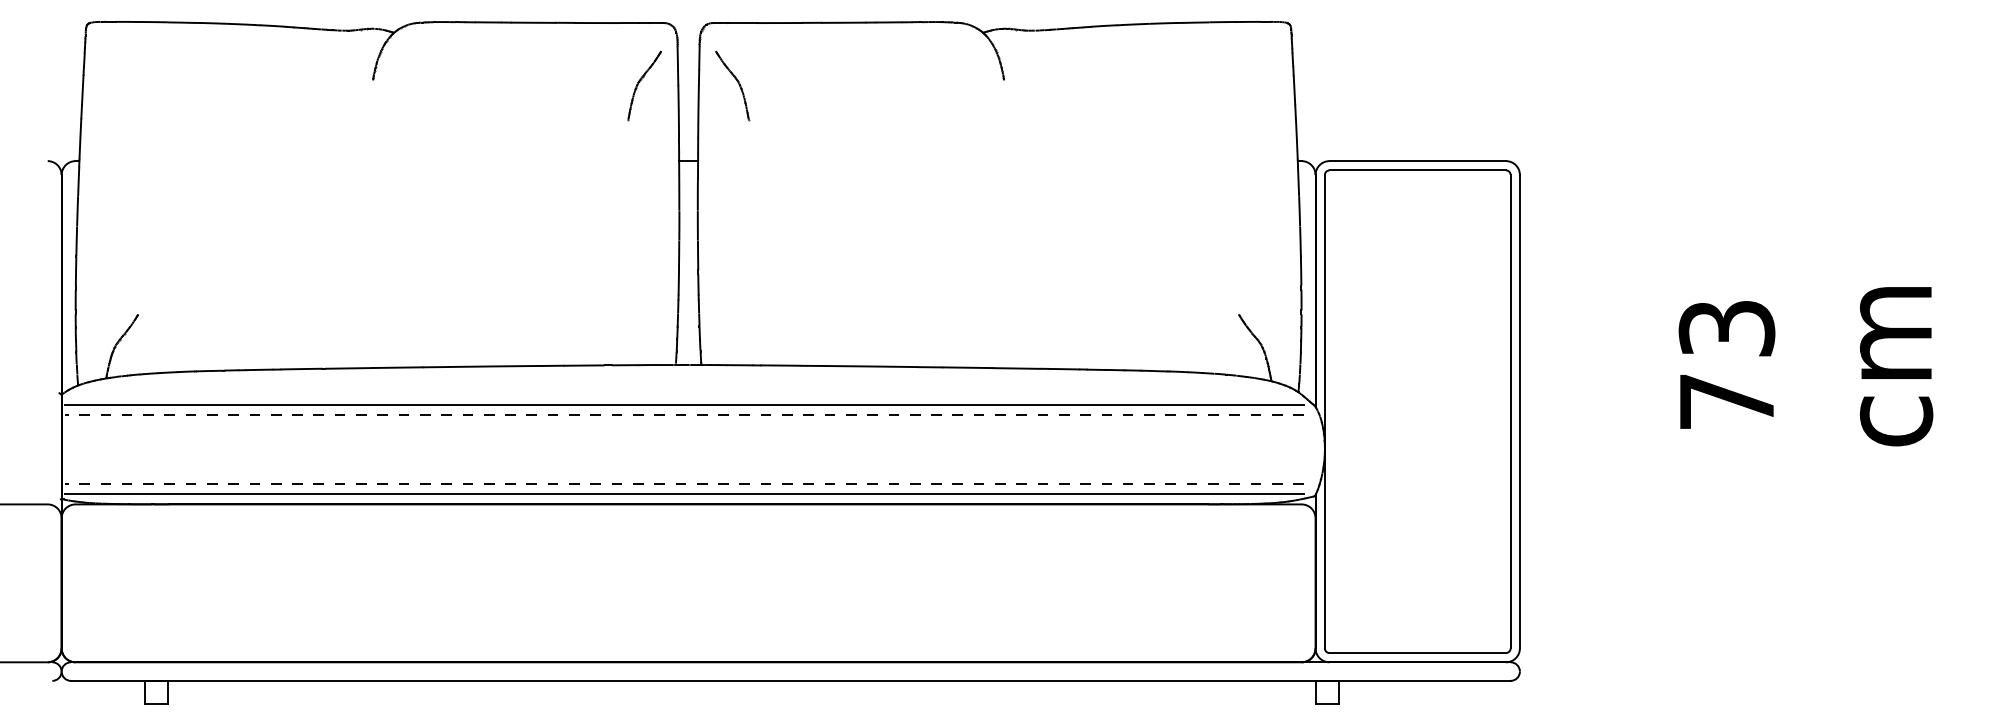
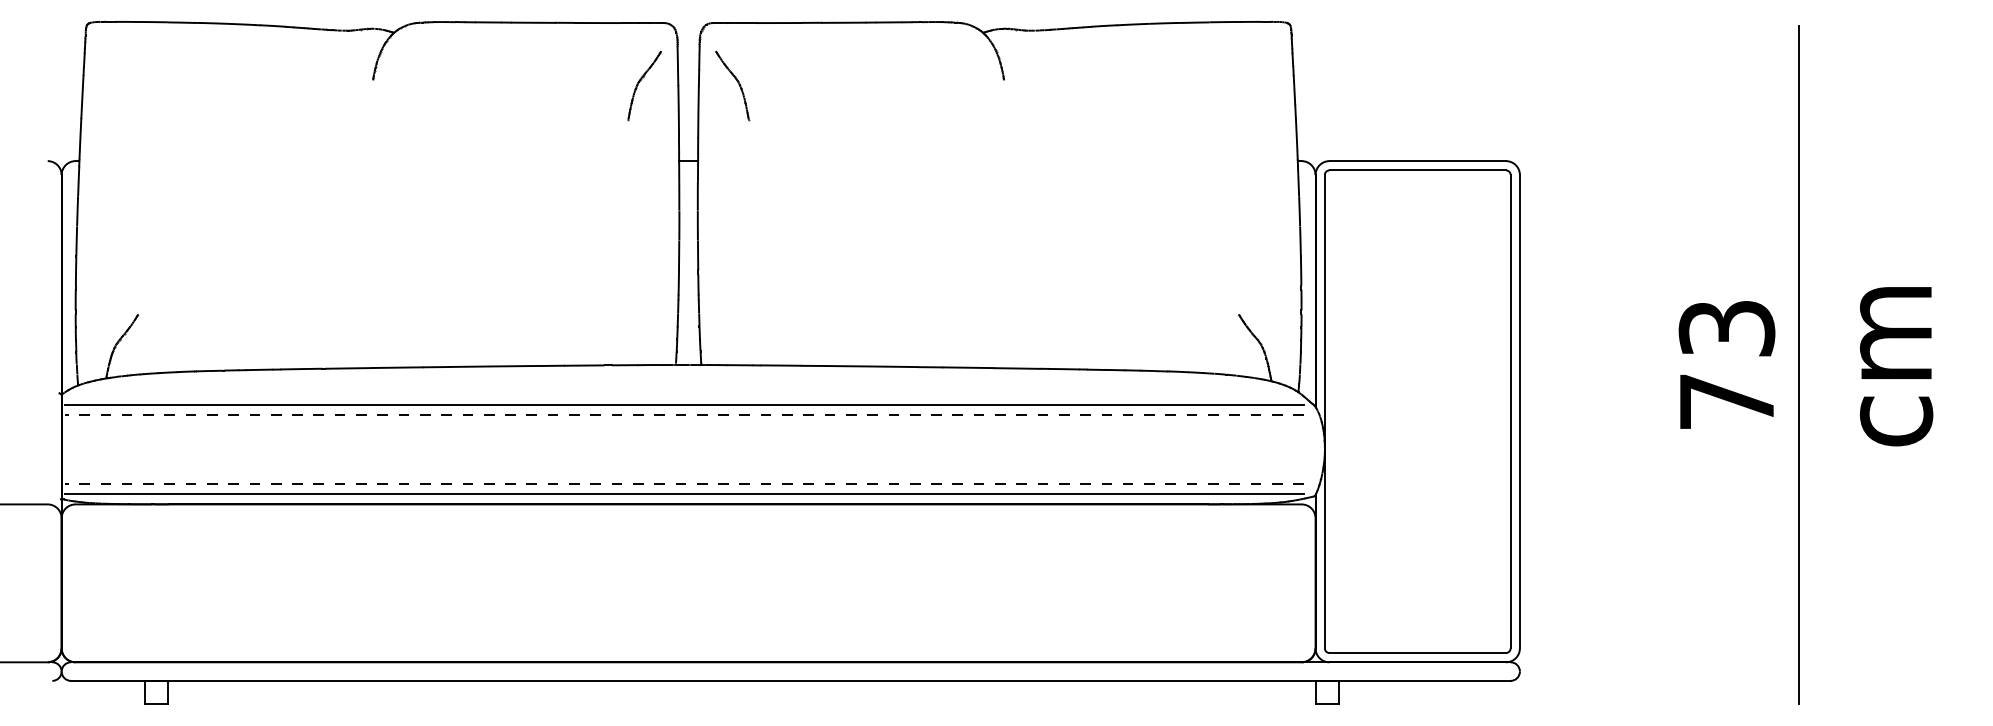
line at (1798, 365): none -> present
